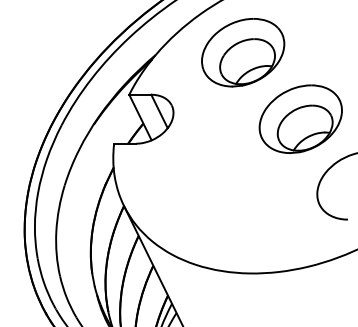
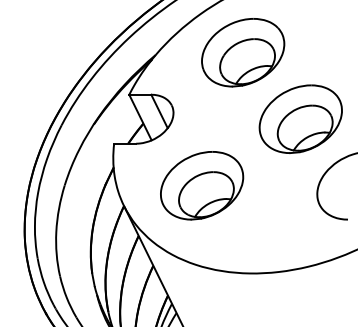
part at (202, 185): none -> present
